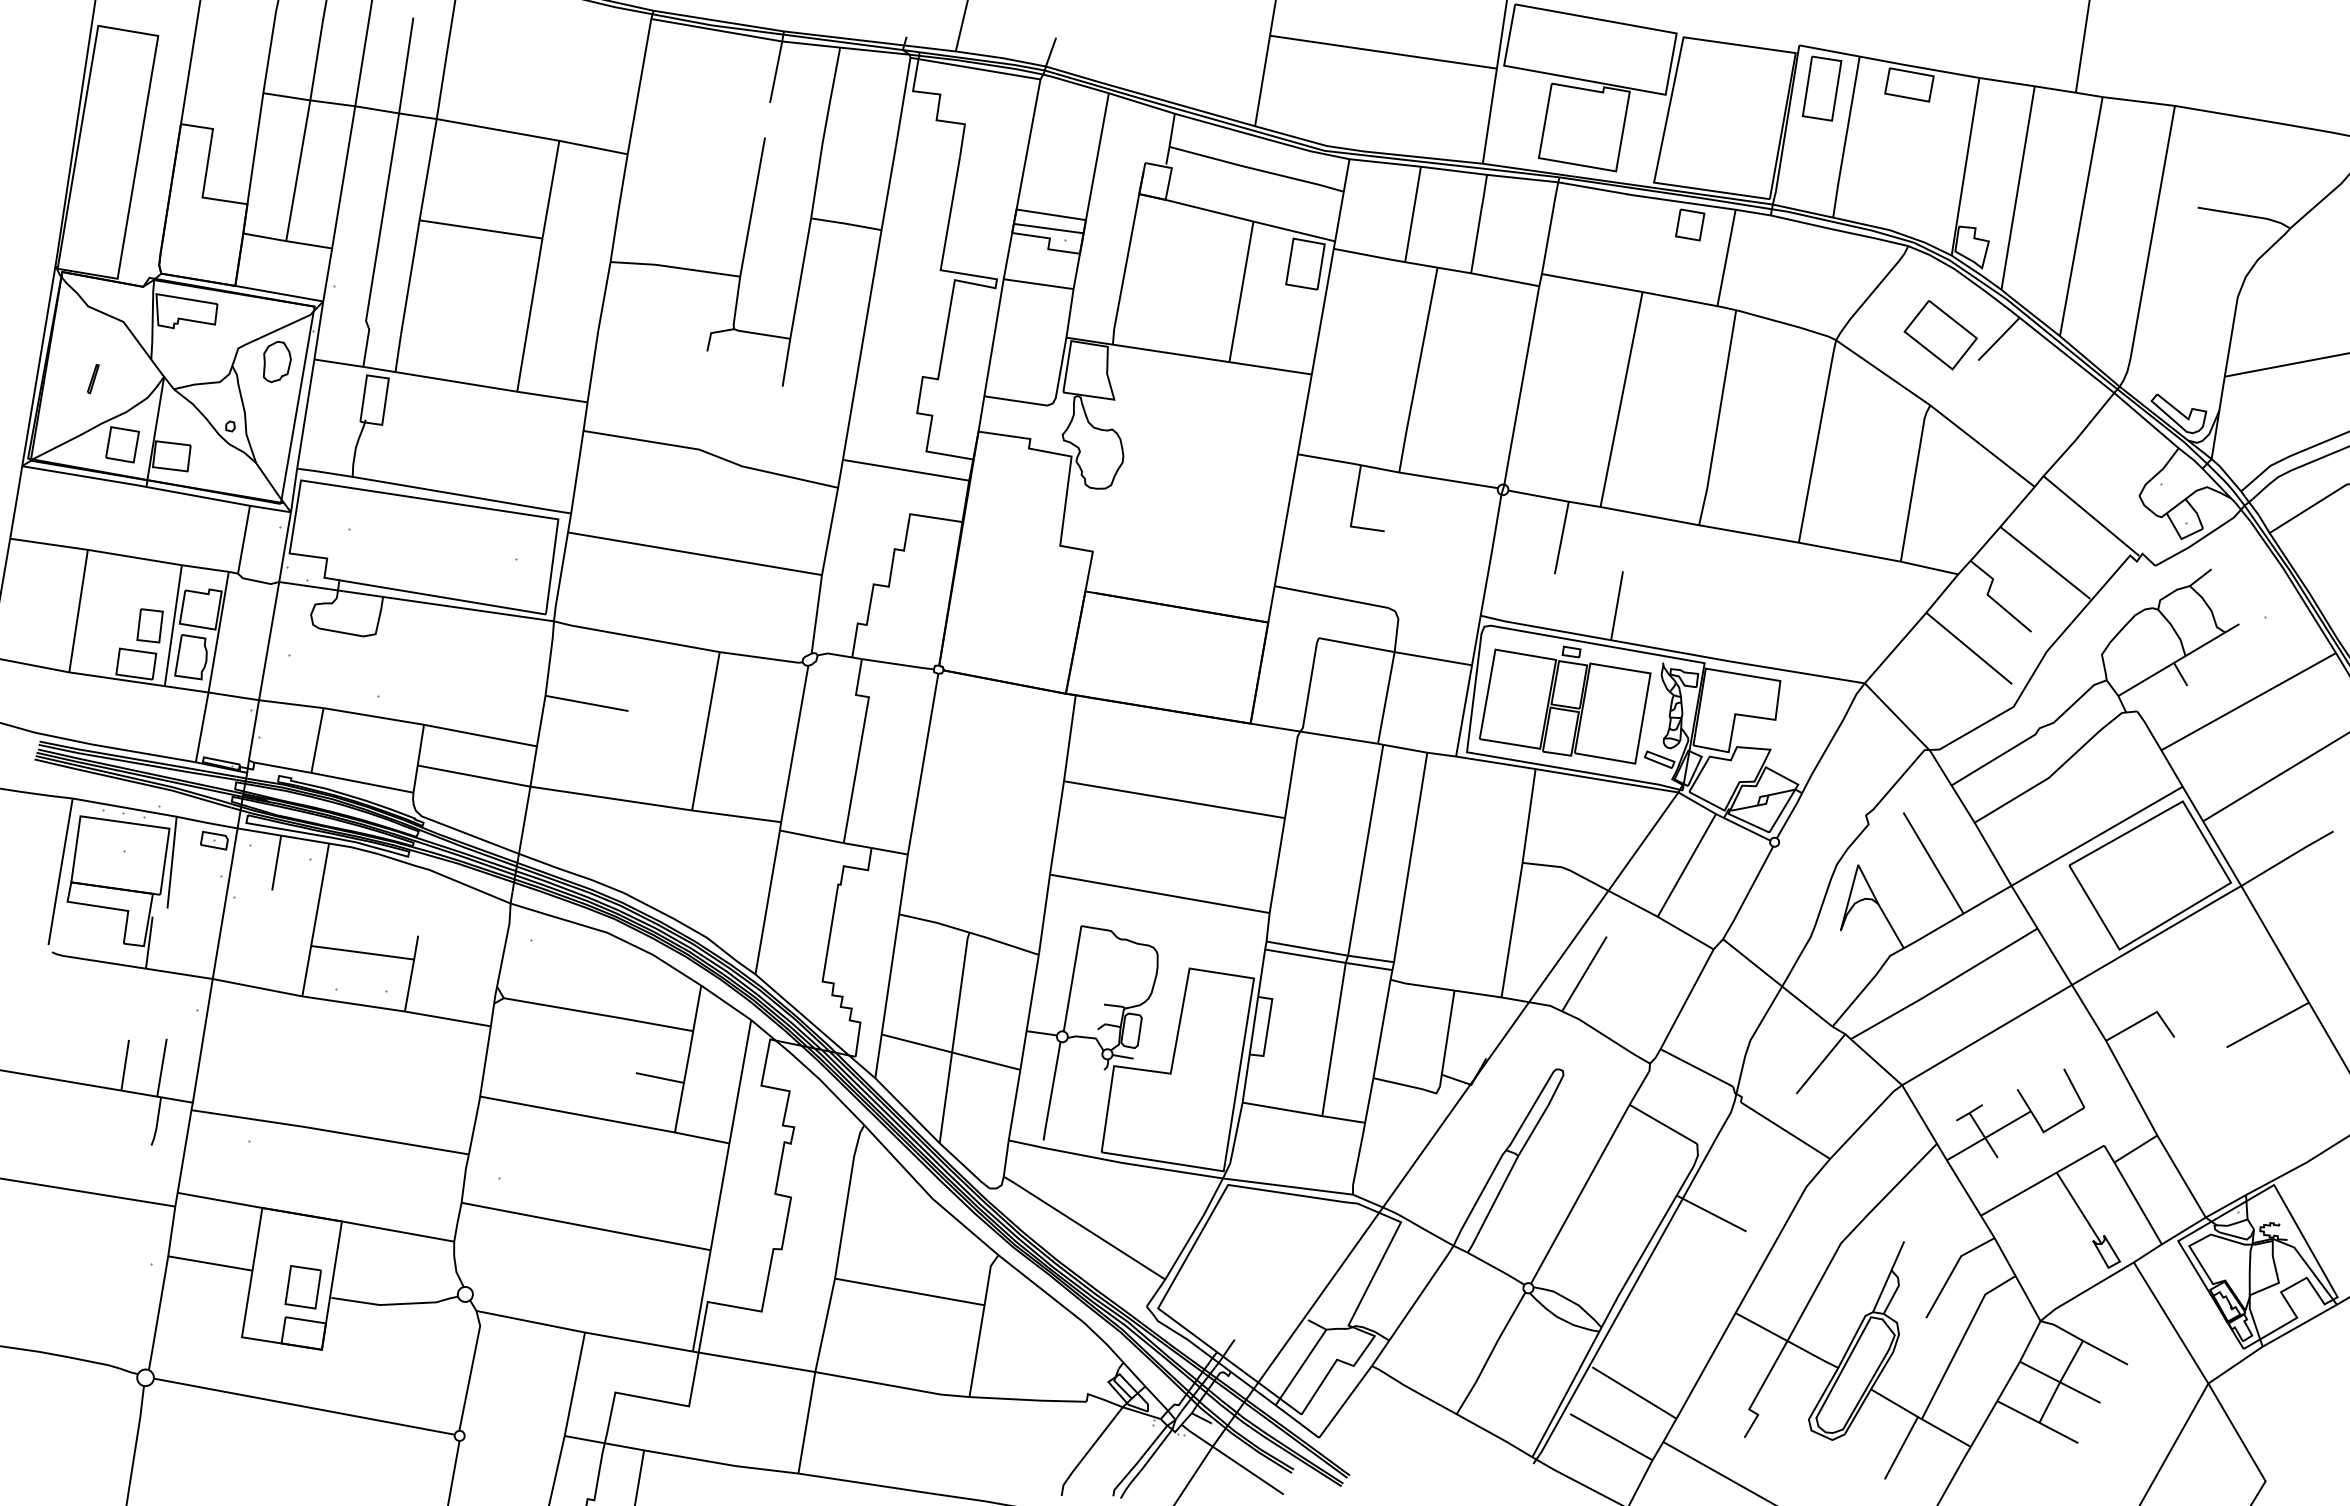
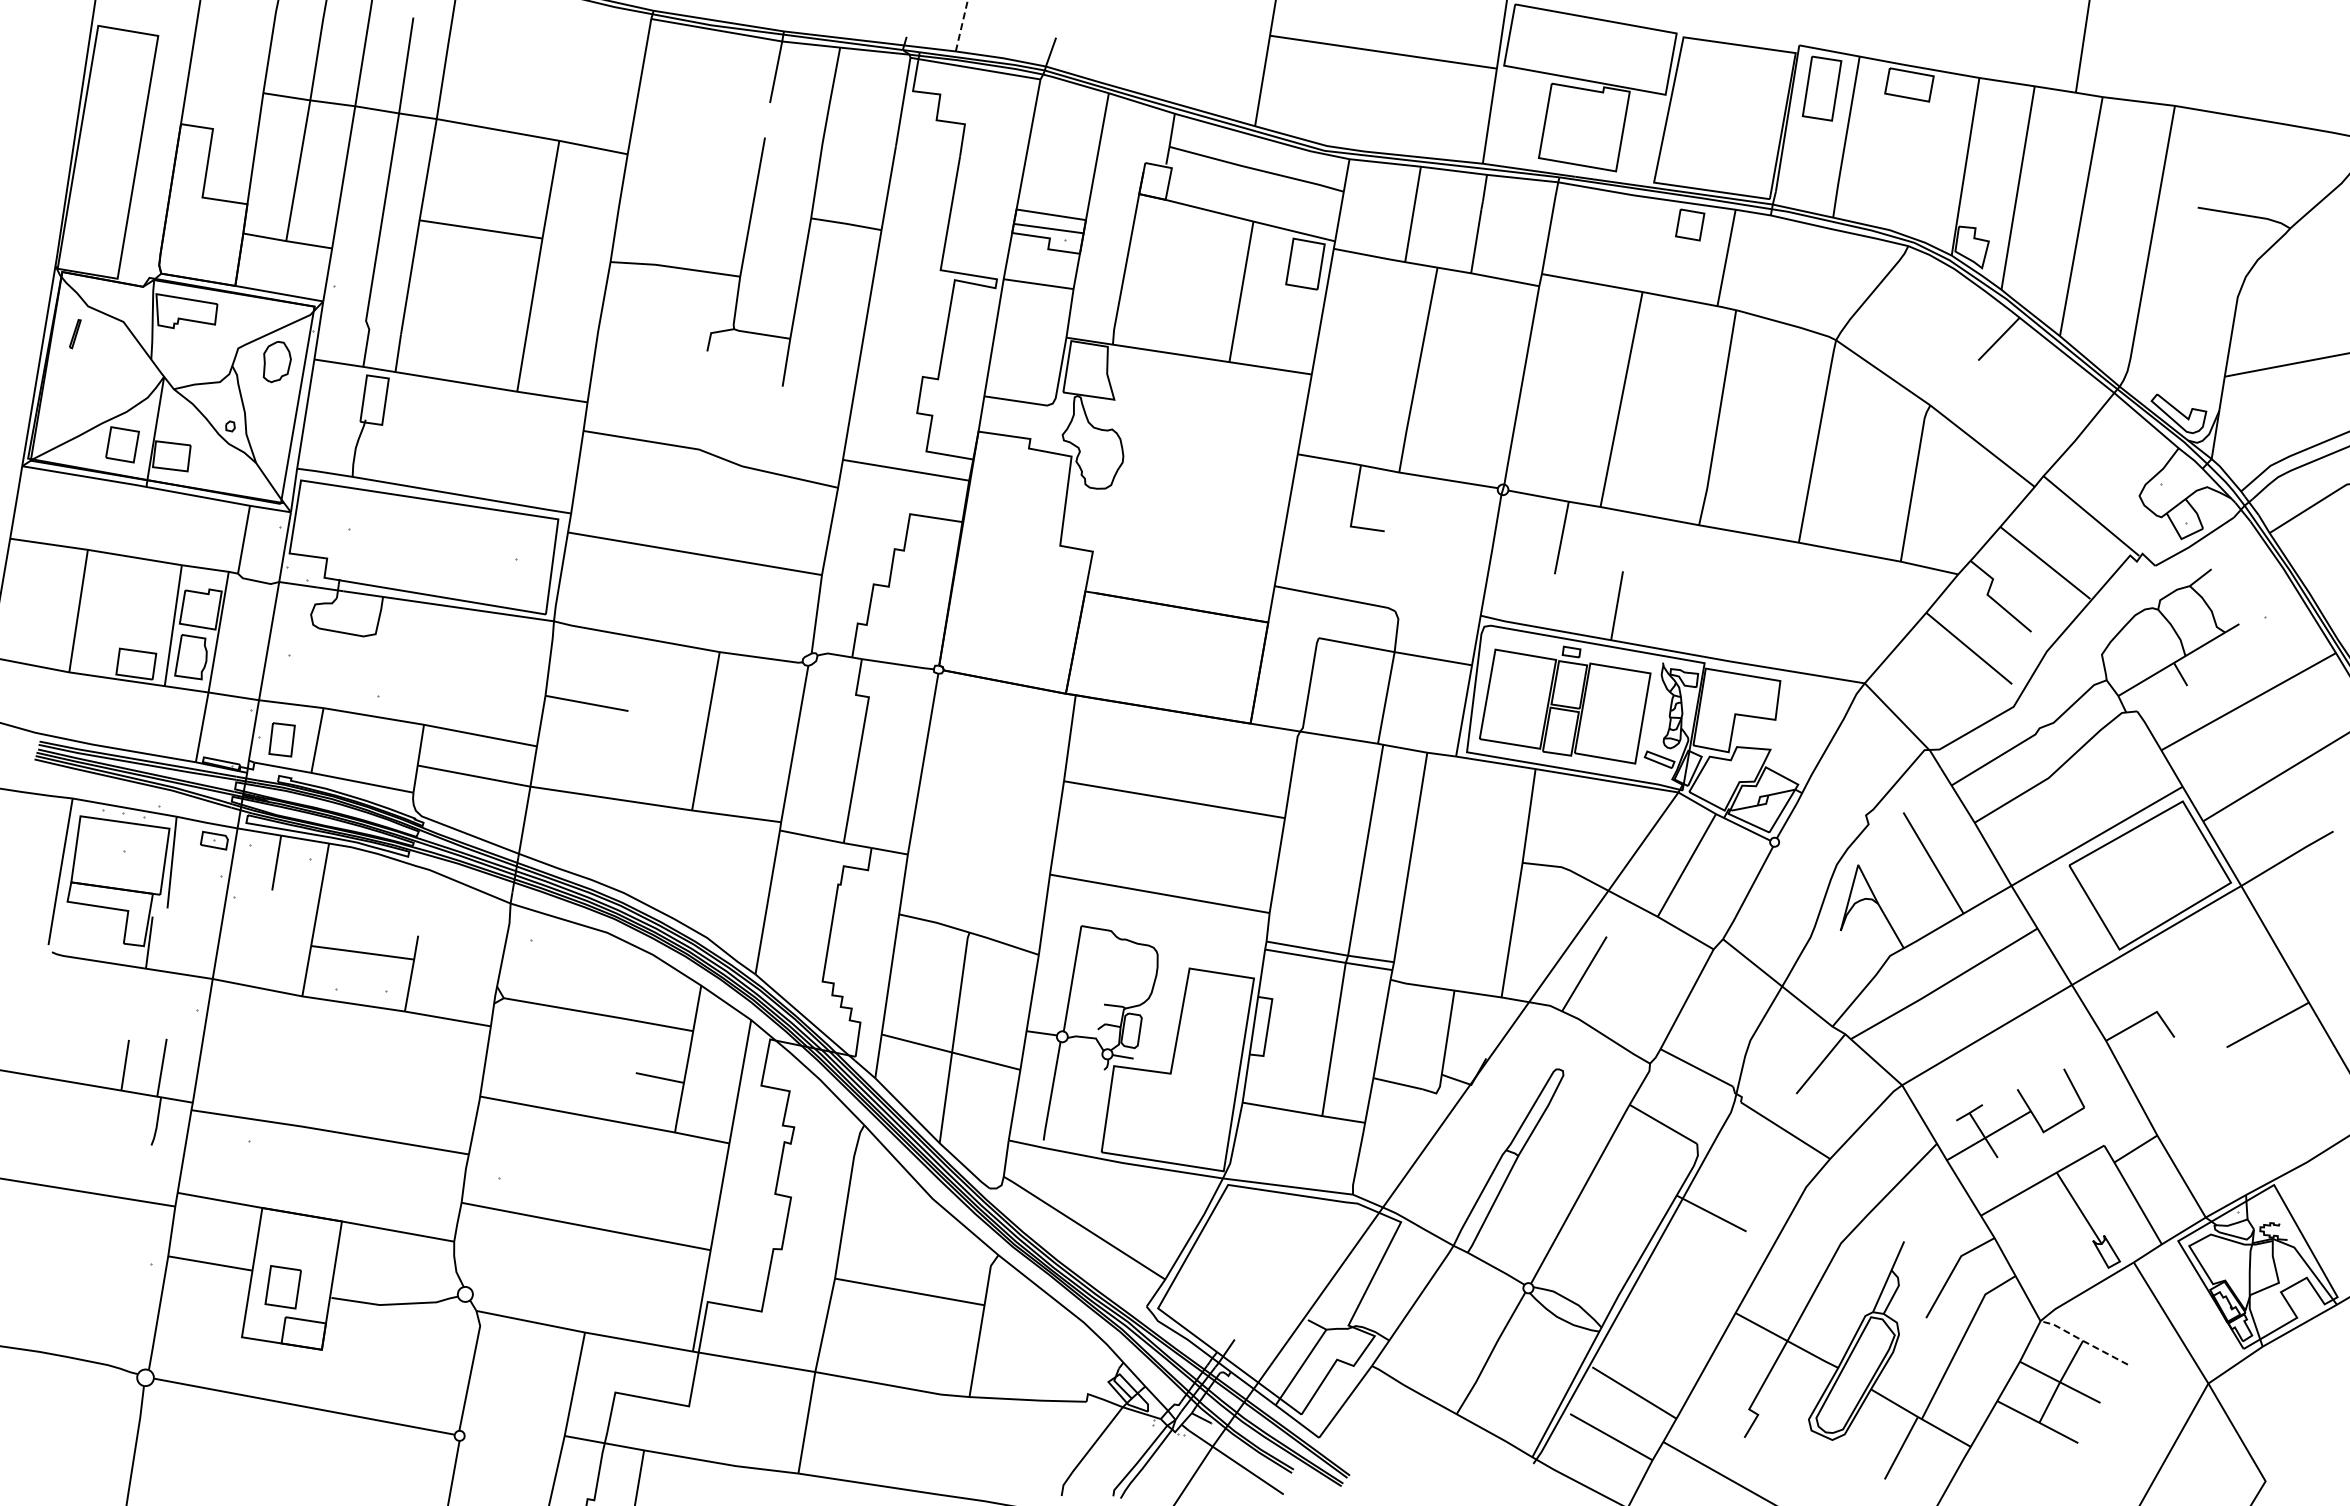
line at (961, 25): solid -> dashed
part at (1940, 335): present -> none
part at (93, 379) position: (93, 379) -> (75, 334)
part at (149, 625) position: (149, 625) -> (281, 739)
part at (302, 1287) position: (302, 1287) -> (282, 1287)
line at (2083, 1340): solid -> dashed
